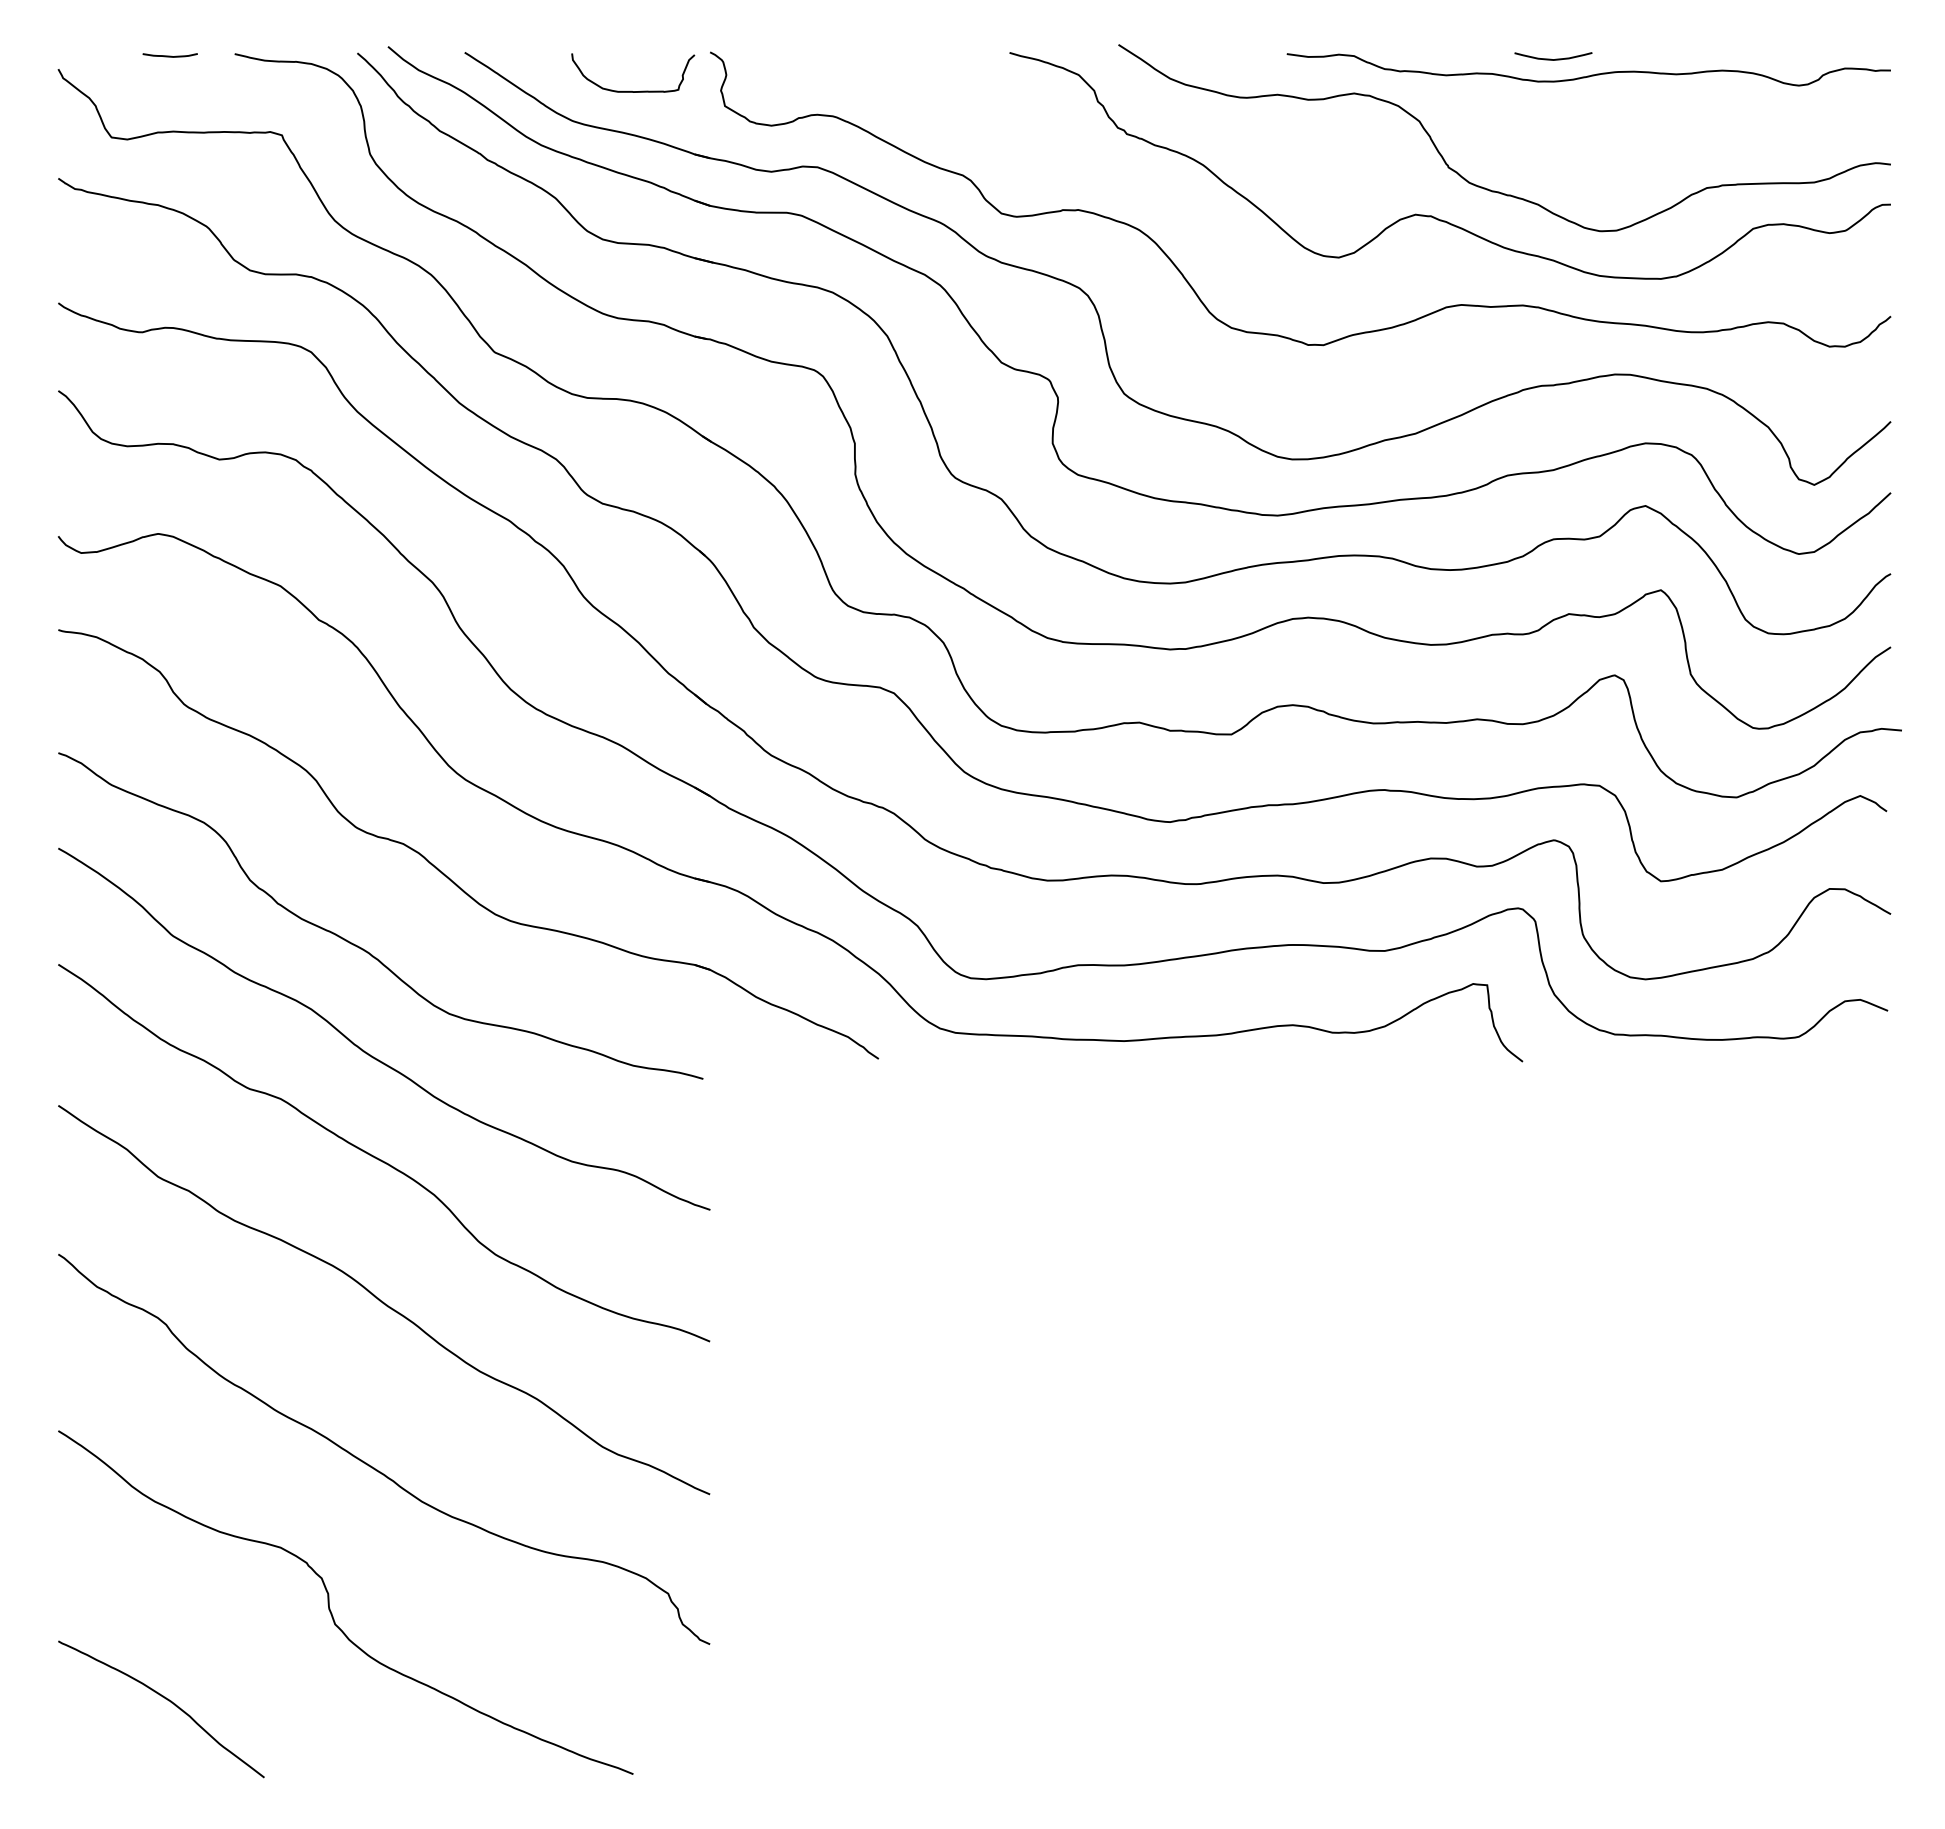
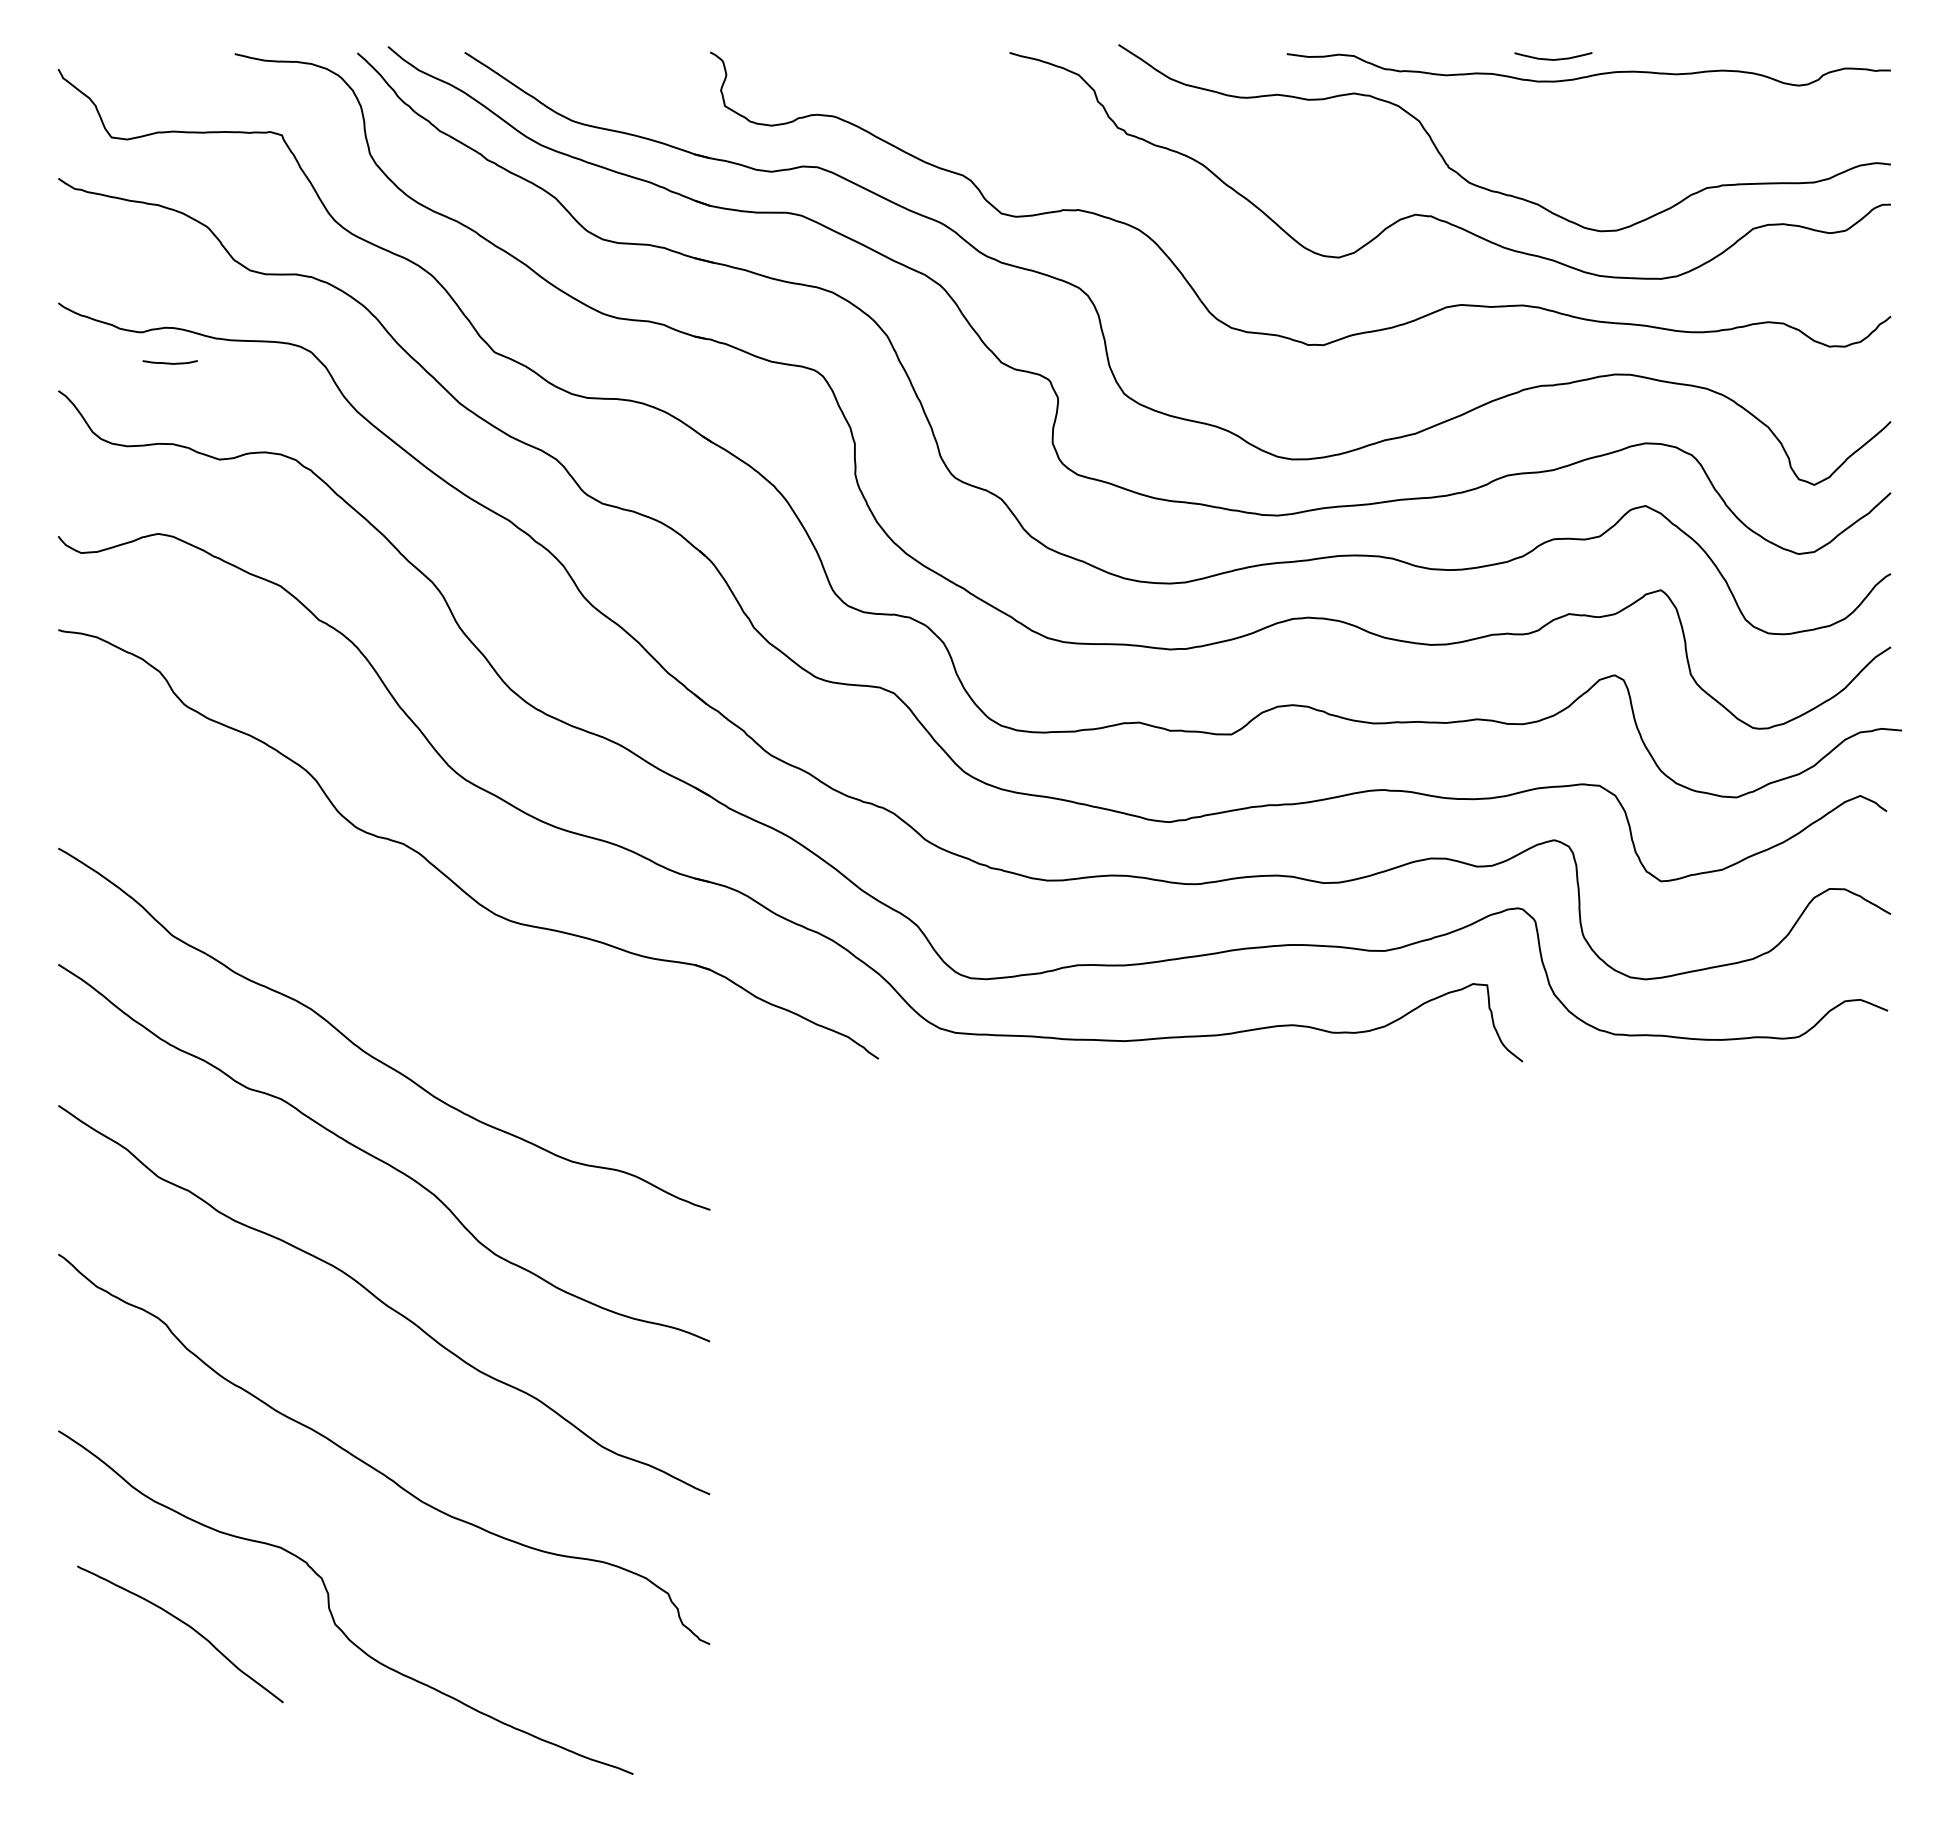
curve at (169, 55) position: (169, 55) -> (169, 362)
curve at (633, 91): present -> none
curve at (363, 948): present -> none
curve at (168, 1701) position: (168, 1701) -> (187, 1626)
